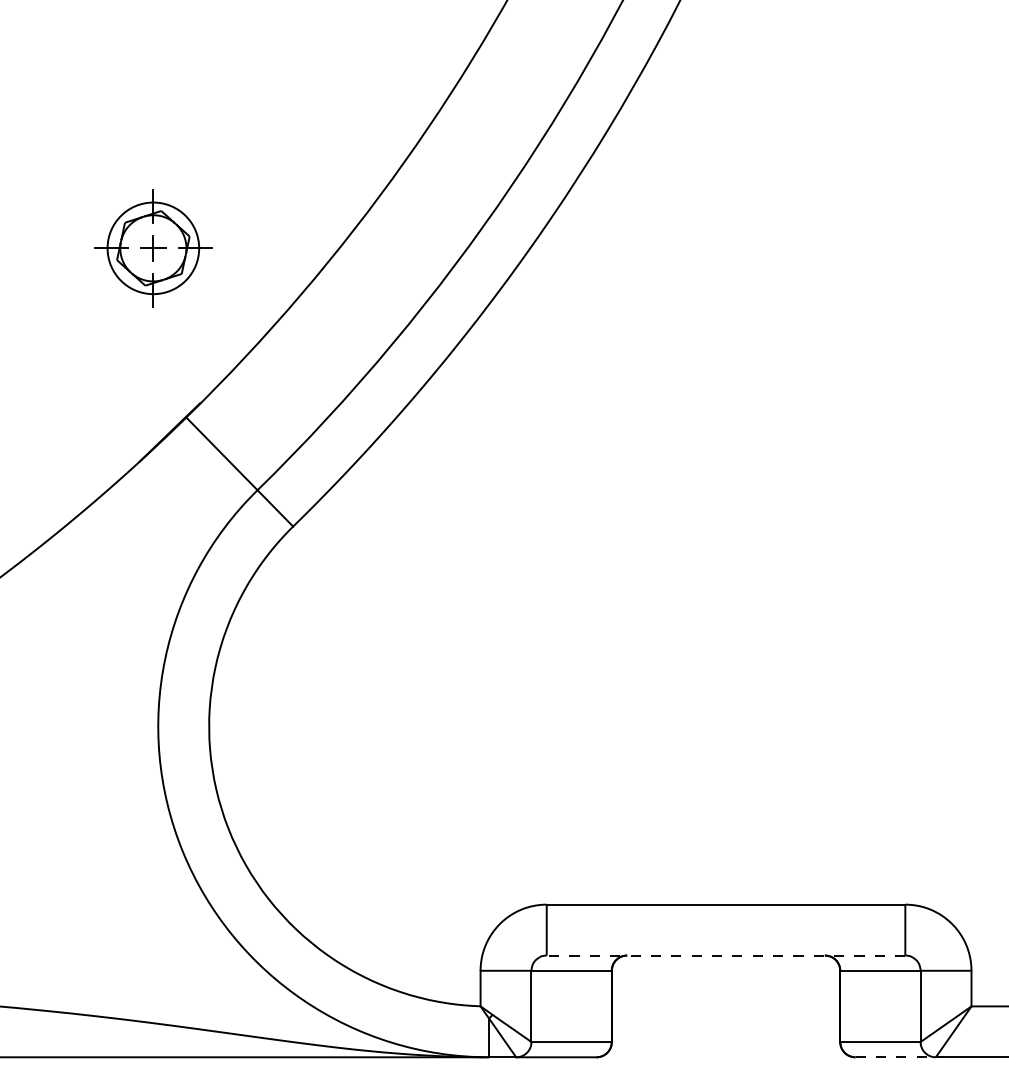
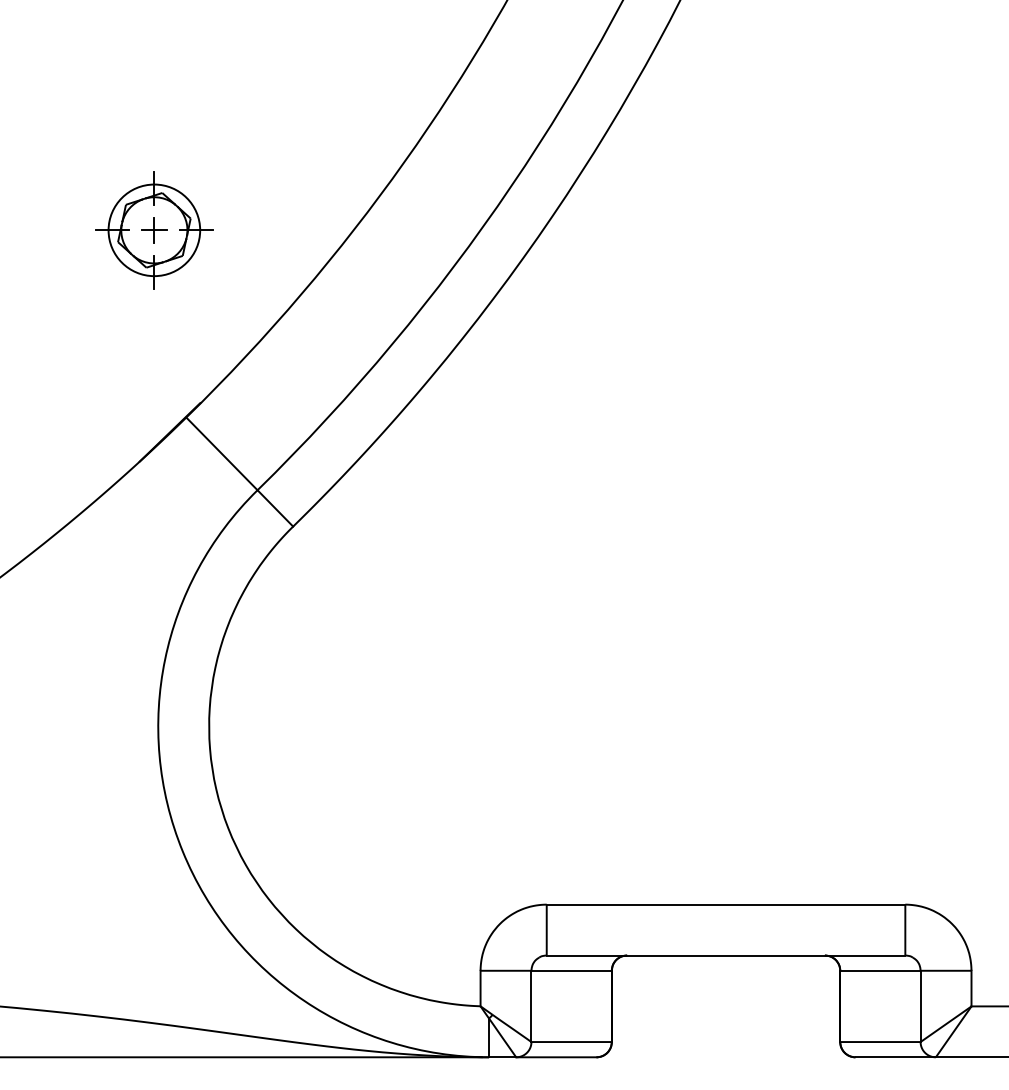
part at (153, 248) position: (153, 248) -> (154, 230)
line at (725, 955): dashed -> solid
line at (896, 1057): dashed -> solid
